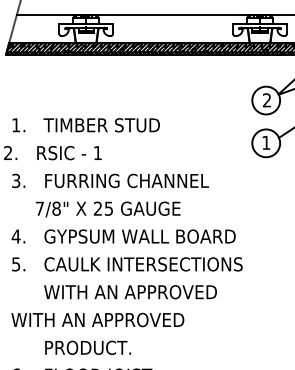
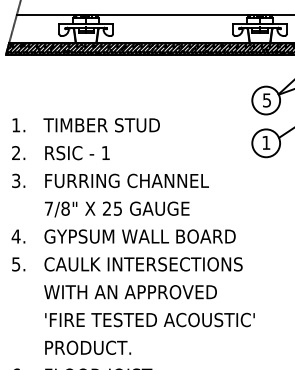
text at (266, 100): 2 -> 5
text at (52, 153) position: (52, 153) -> (60, 153)
text at (108, 209) position: (108, 209) -> (117, 209)
text at (132, 319): WITH AN APPROVED -> 'FIRE TESTED ACOUSTIC'
